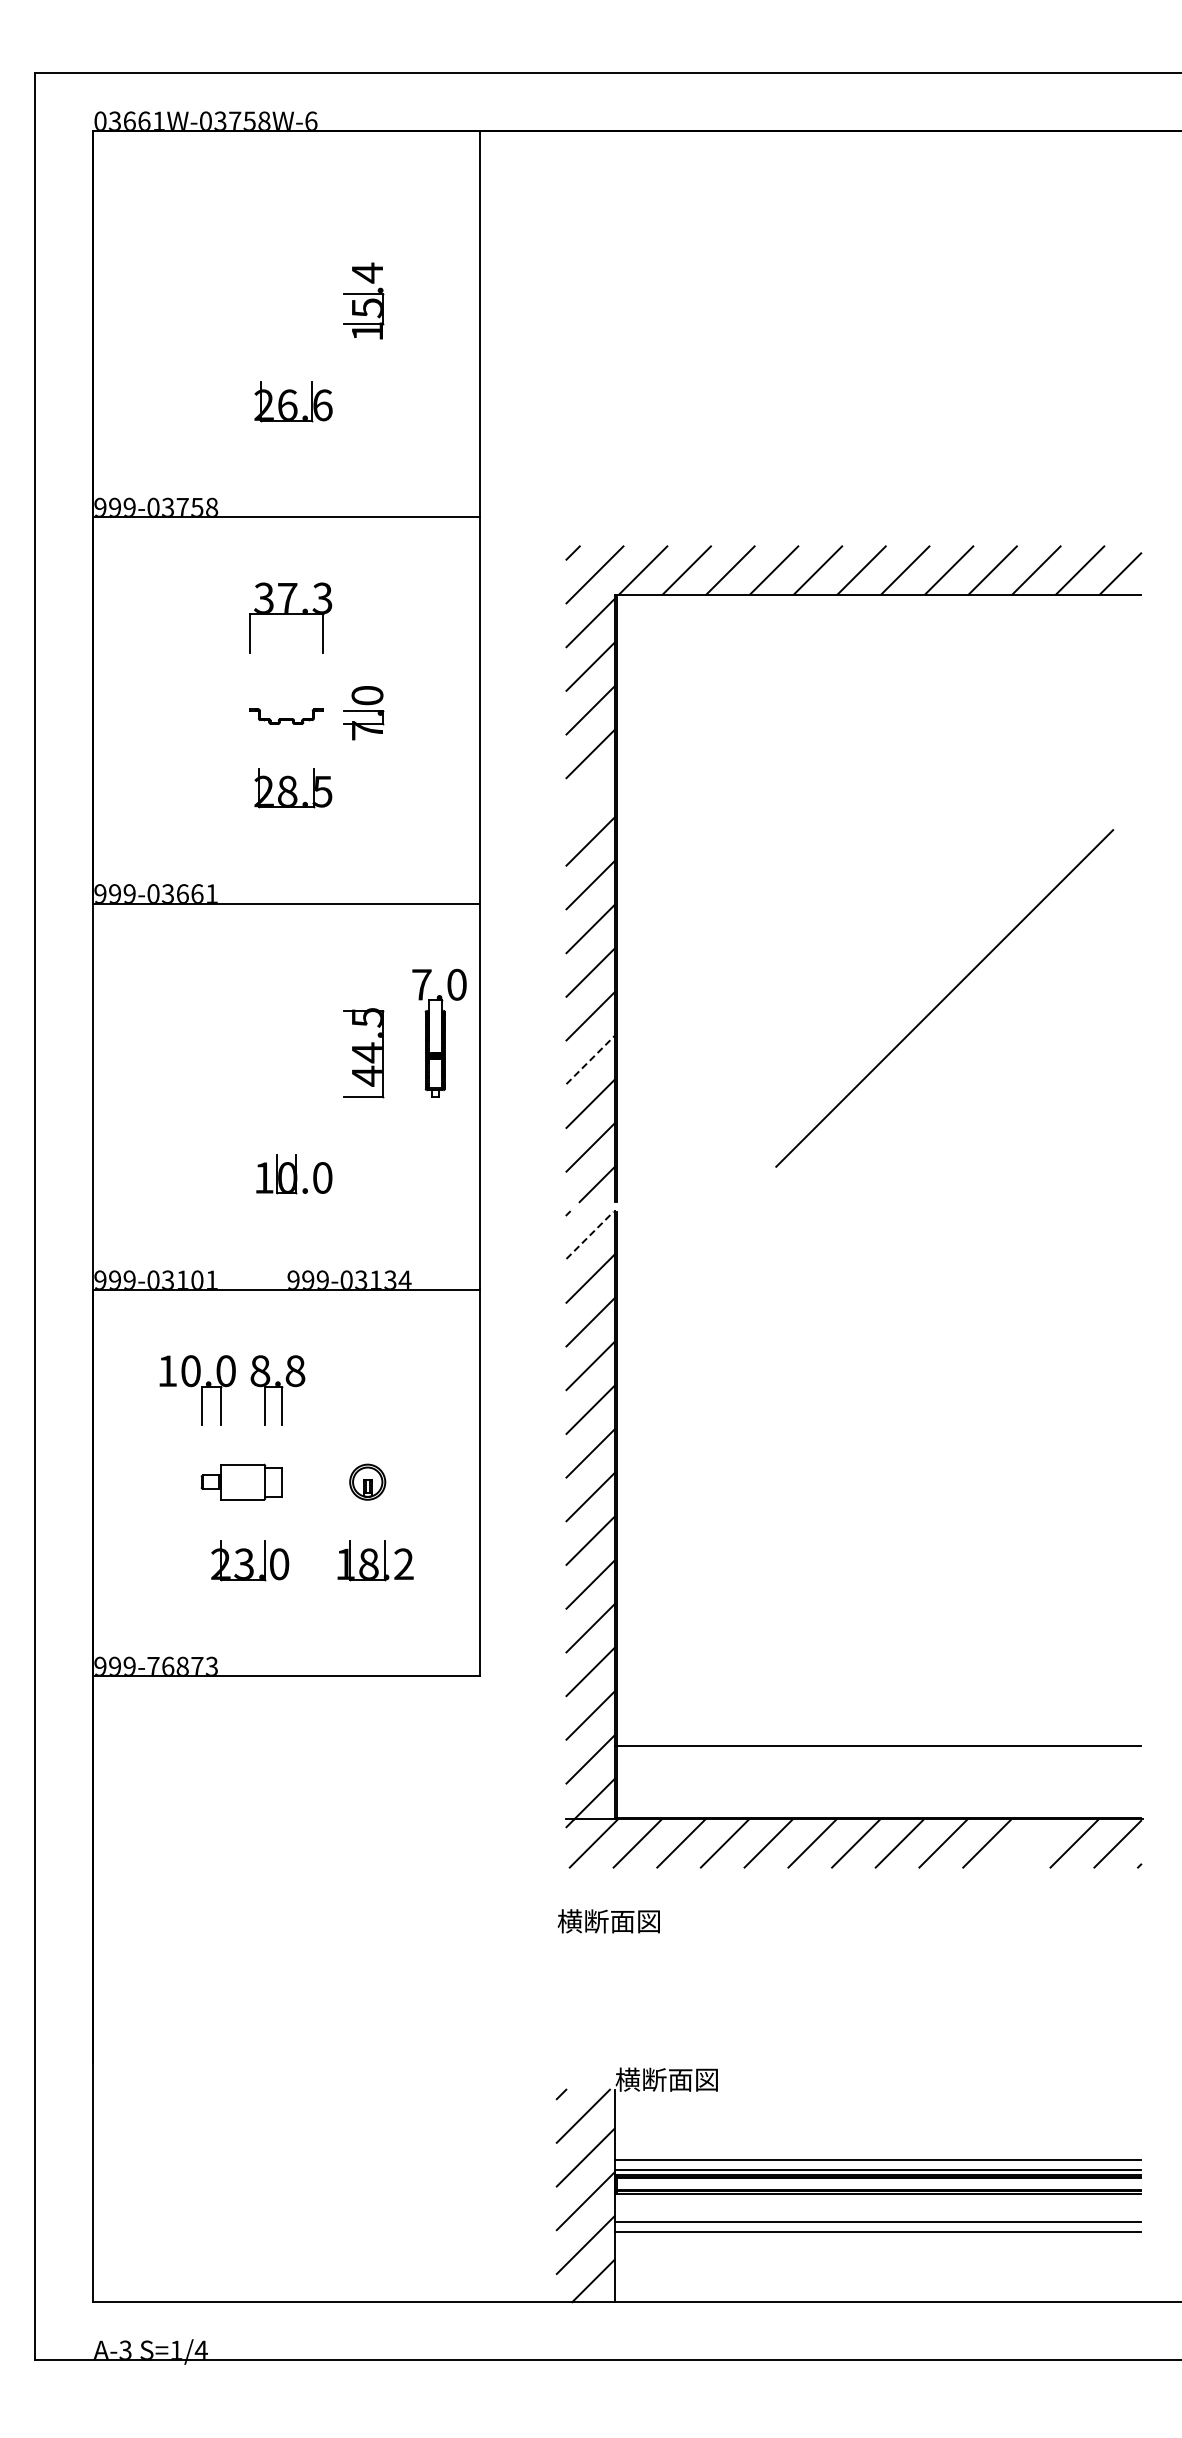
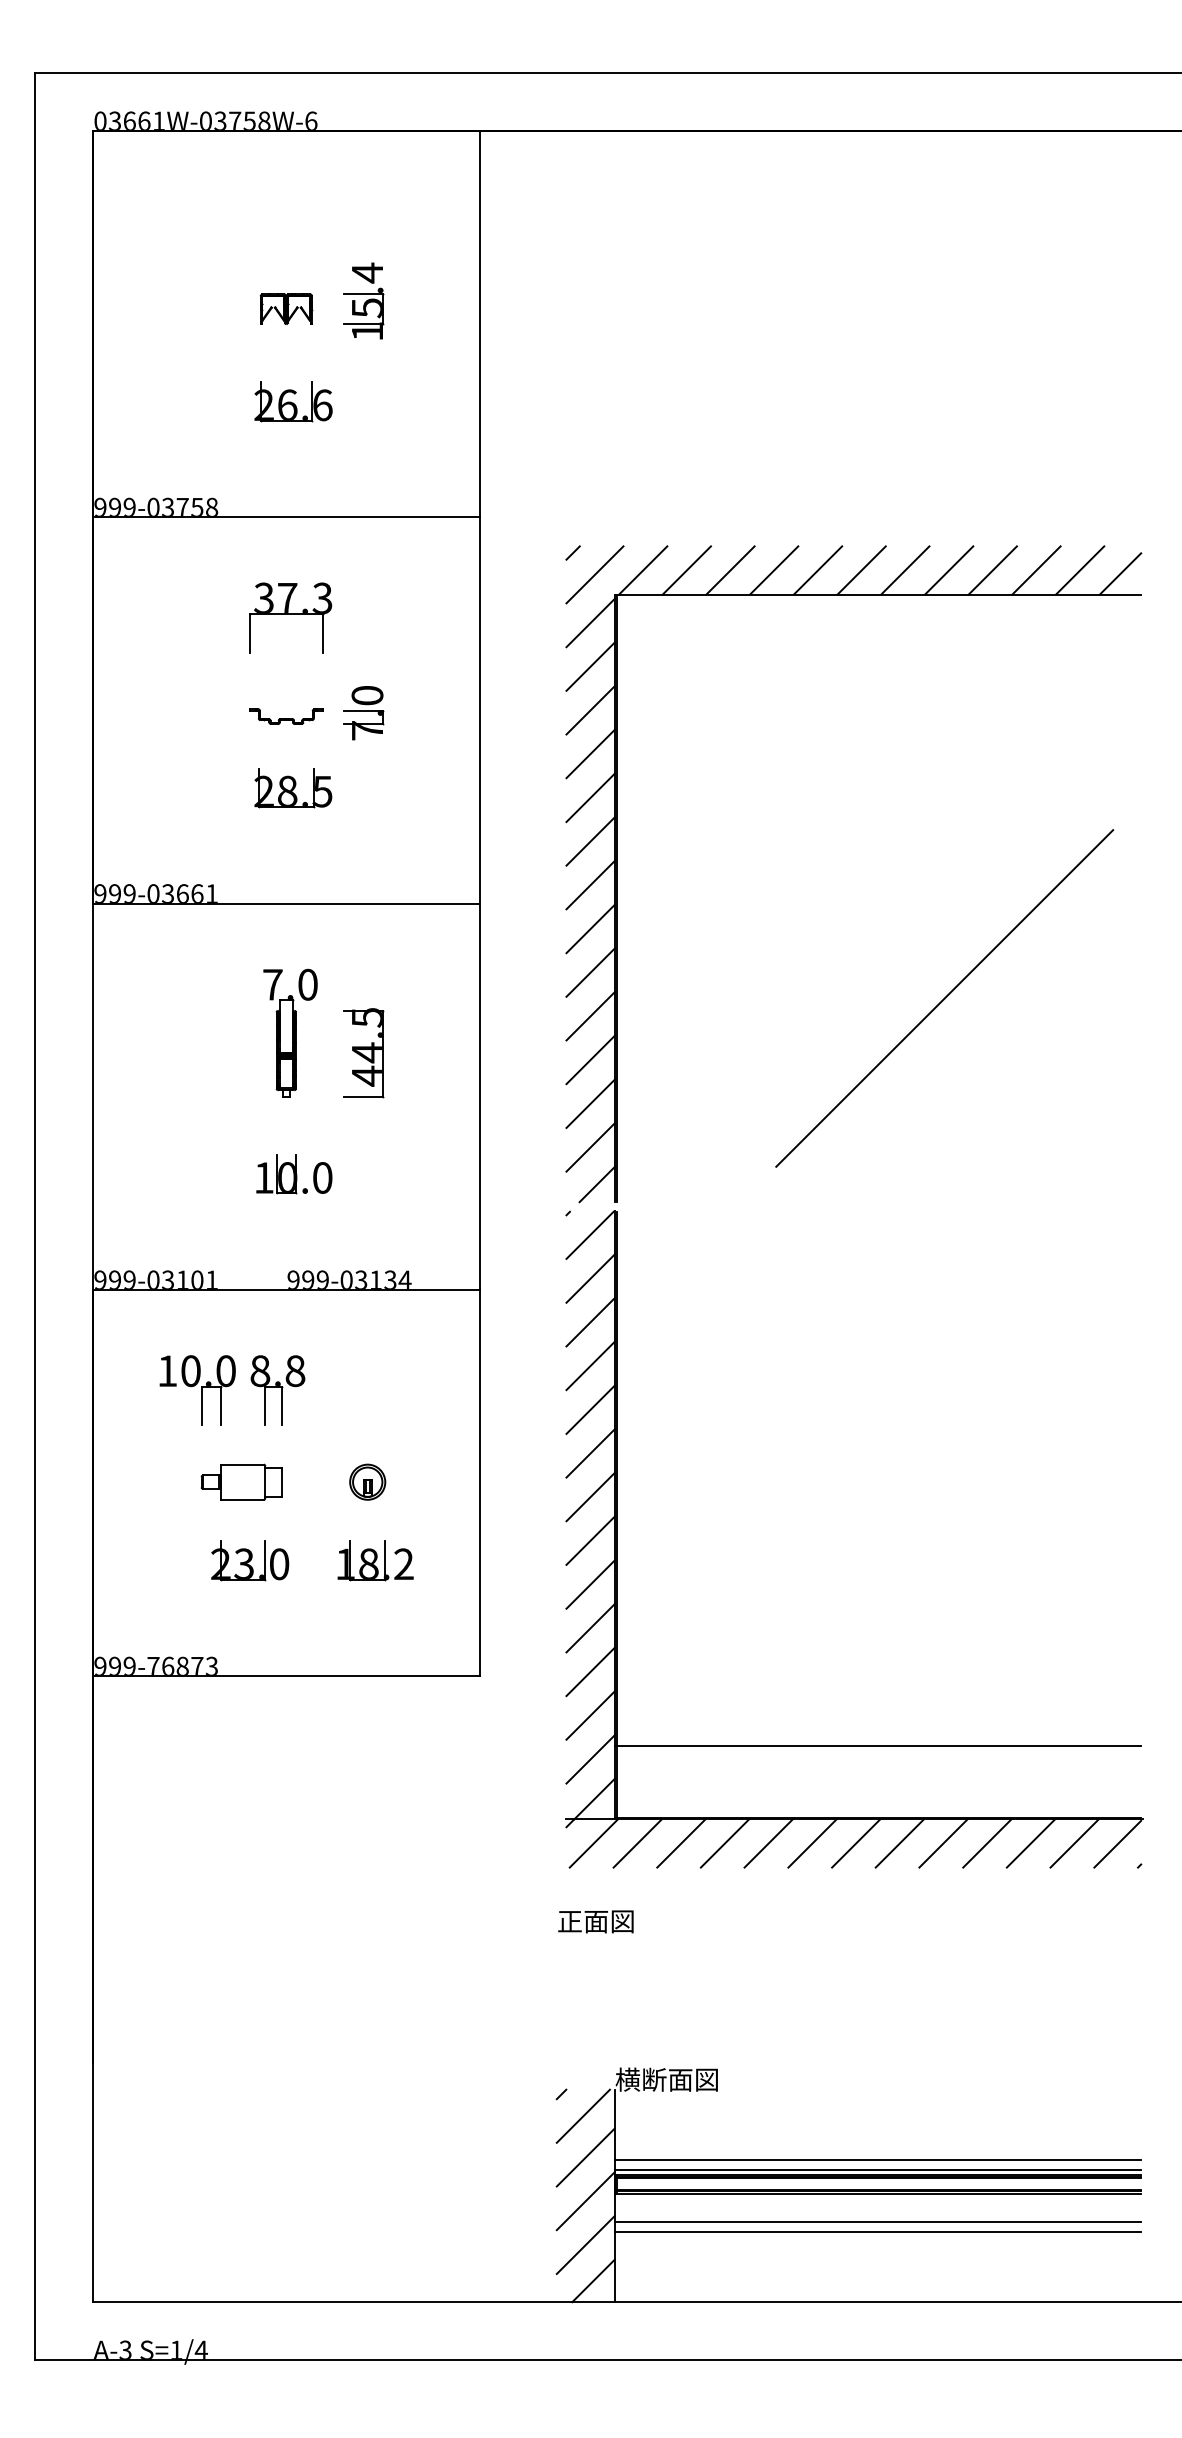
part at (286, 309): none -> present
line at (590, 797): none -> present
part at (439, 1032) position: (439, 1032) -> (290, 1032)
line at (590, 1059): dashed -> solid
line at (590, 1235): dashed -> solid
line at (1030, 1843): none -> present
text at (608, 1921): 横断面図 -> 正面図
